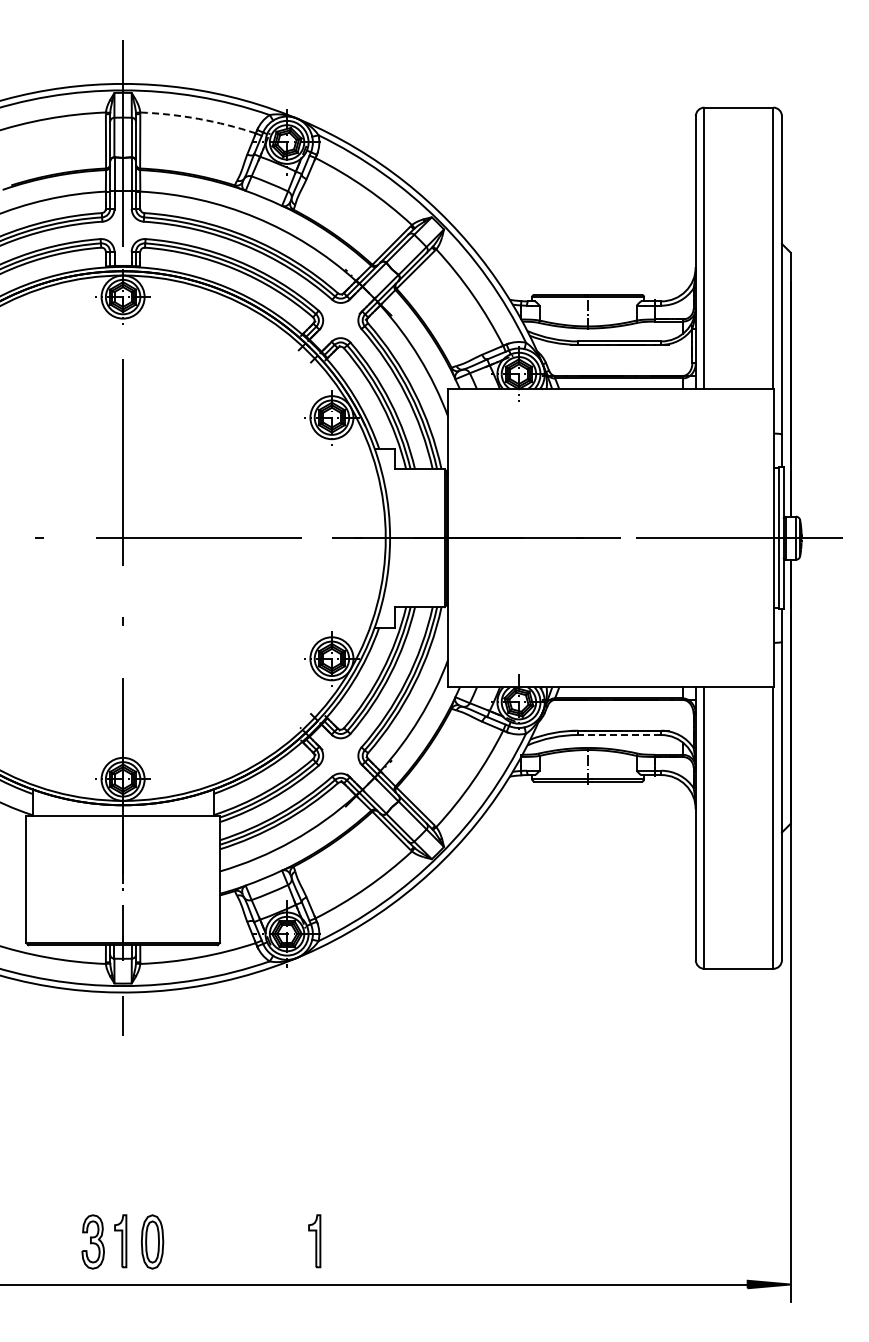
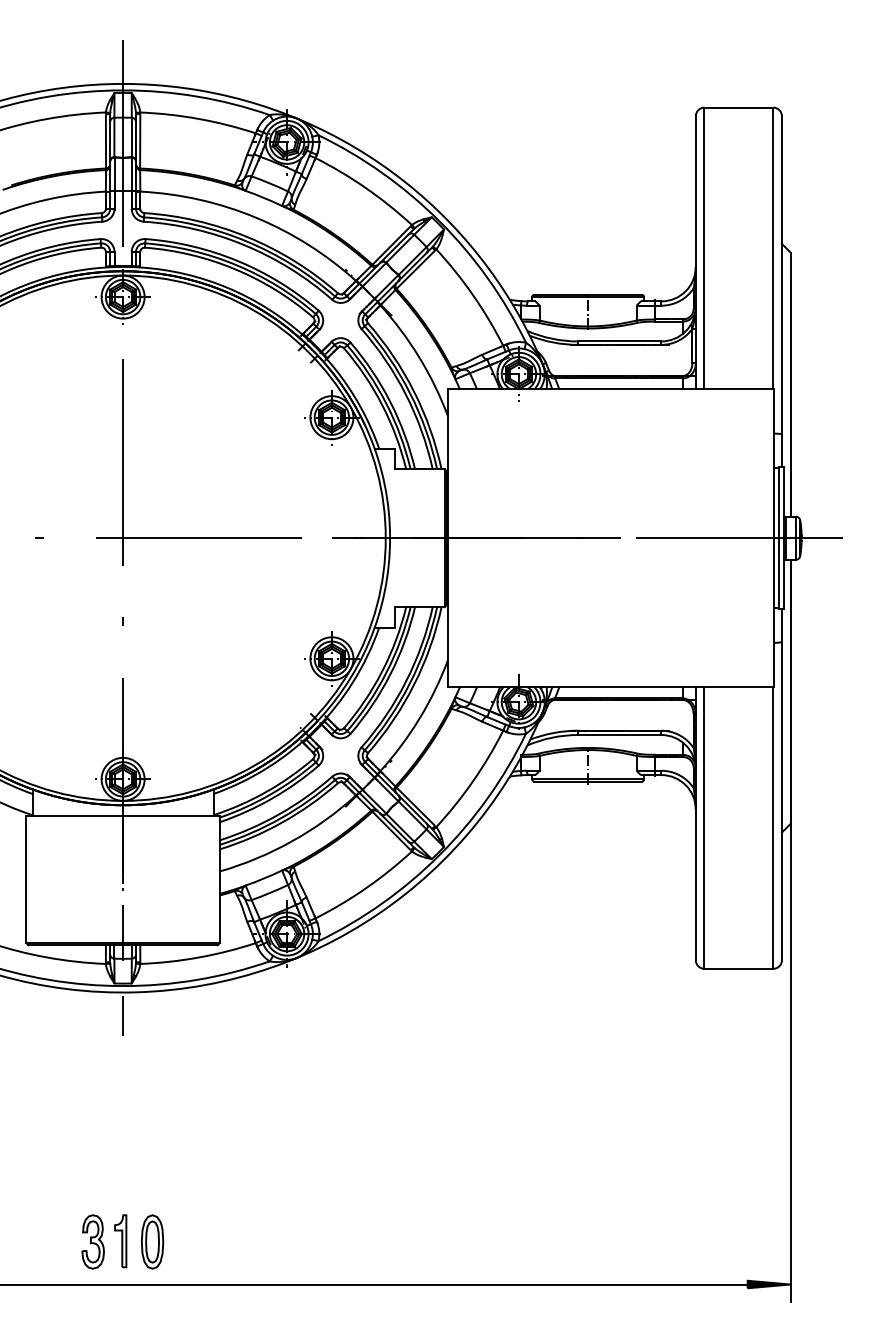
arc at (198, 118): dashed -> solid
line at (619, 735): dashed -> solid
part at (314, 1241): present -> none
